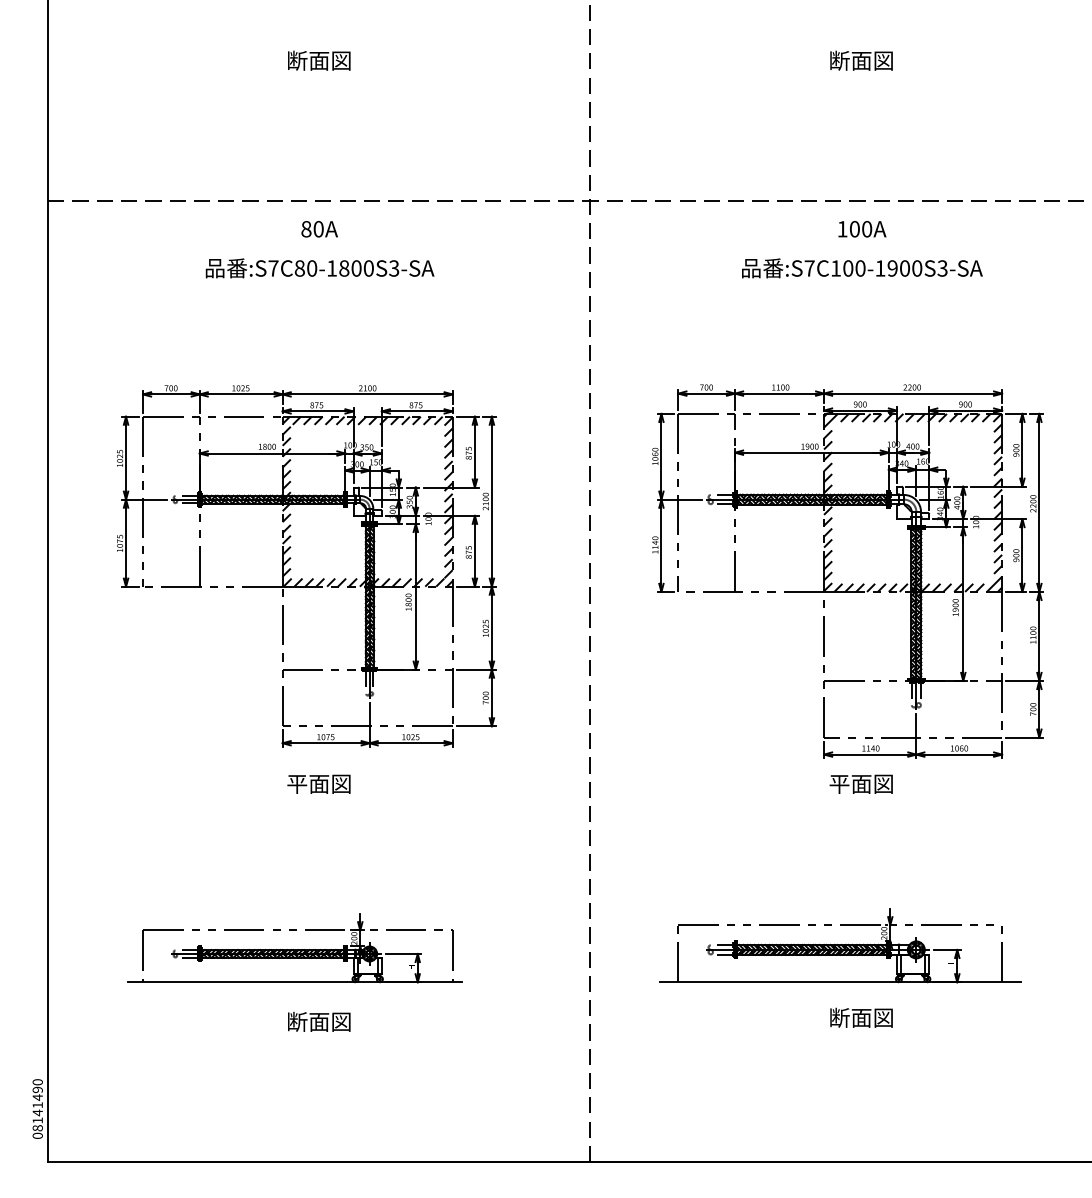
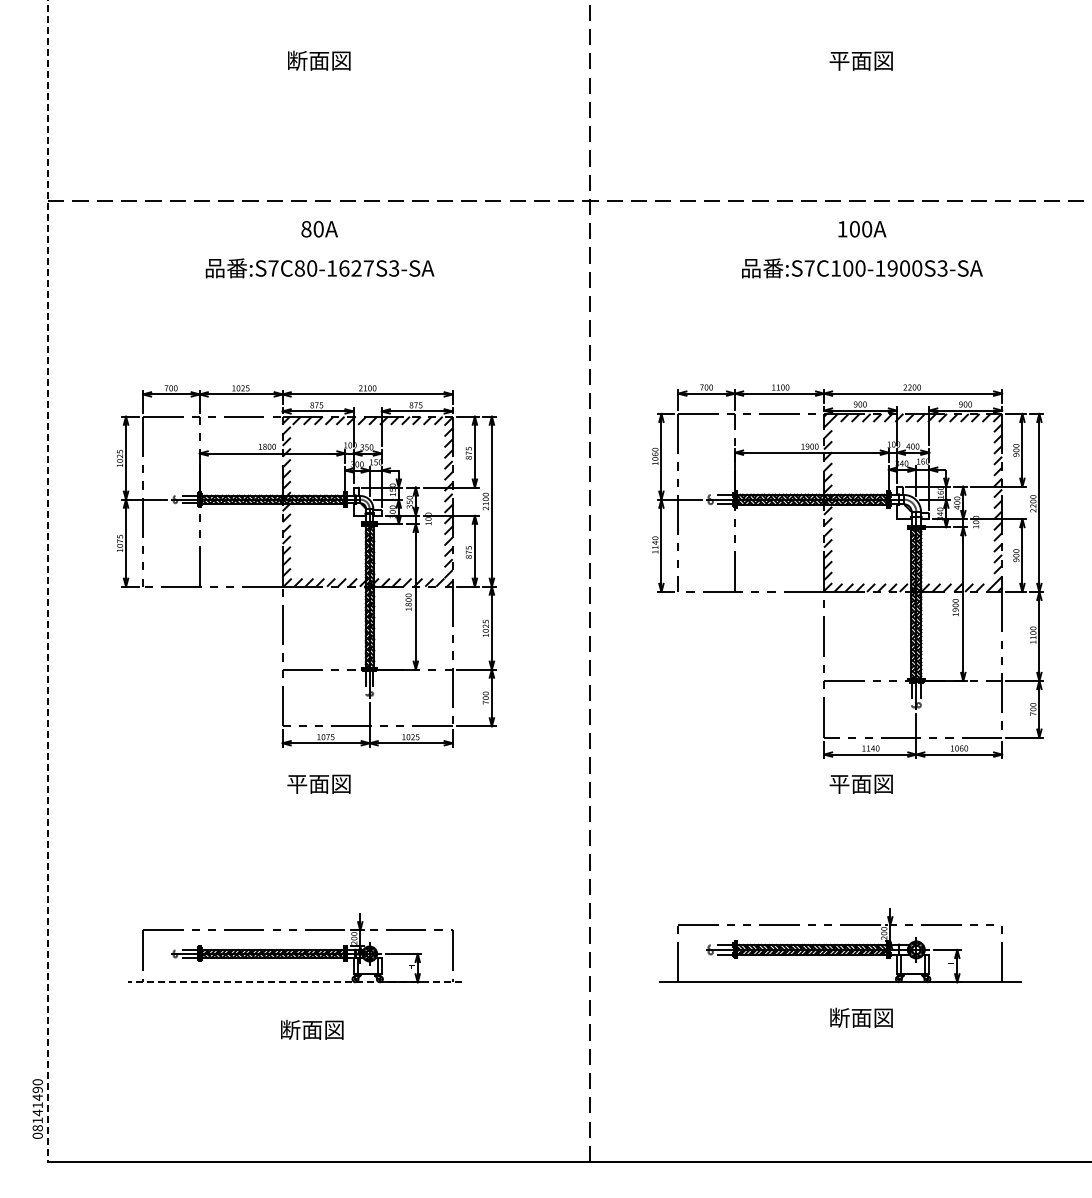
text at (839, 60): 断面図 -> 平面図
text at (356, 268): :S7C80-1800S3-SA -> :S7C80-1627S3-SA
line at (48, 581): solid -> dashed
line at (294, 982): solid -> dashed
text at (319, 1021) position: (319, 1021) -> (312, 1029)
